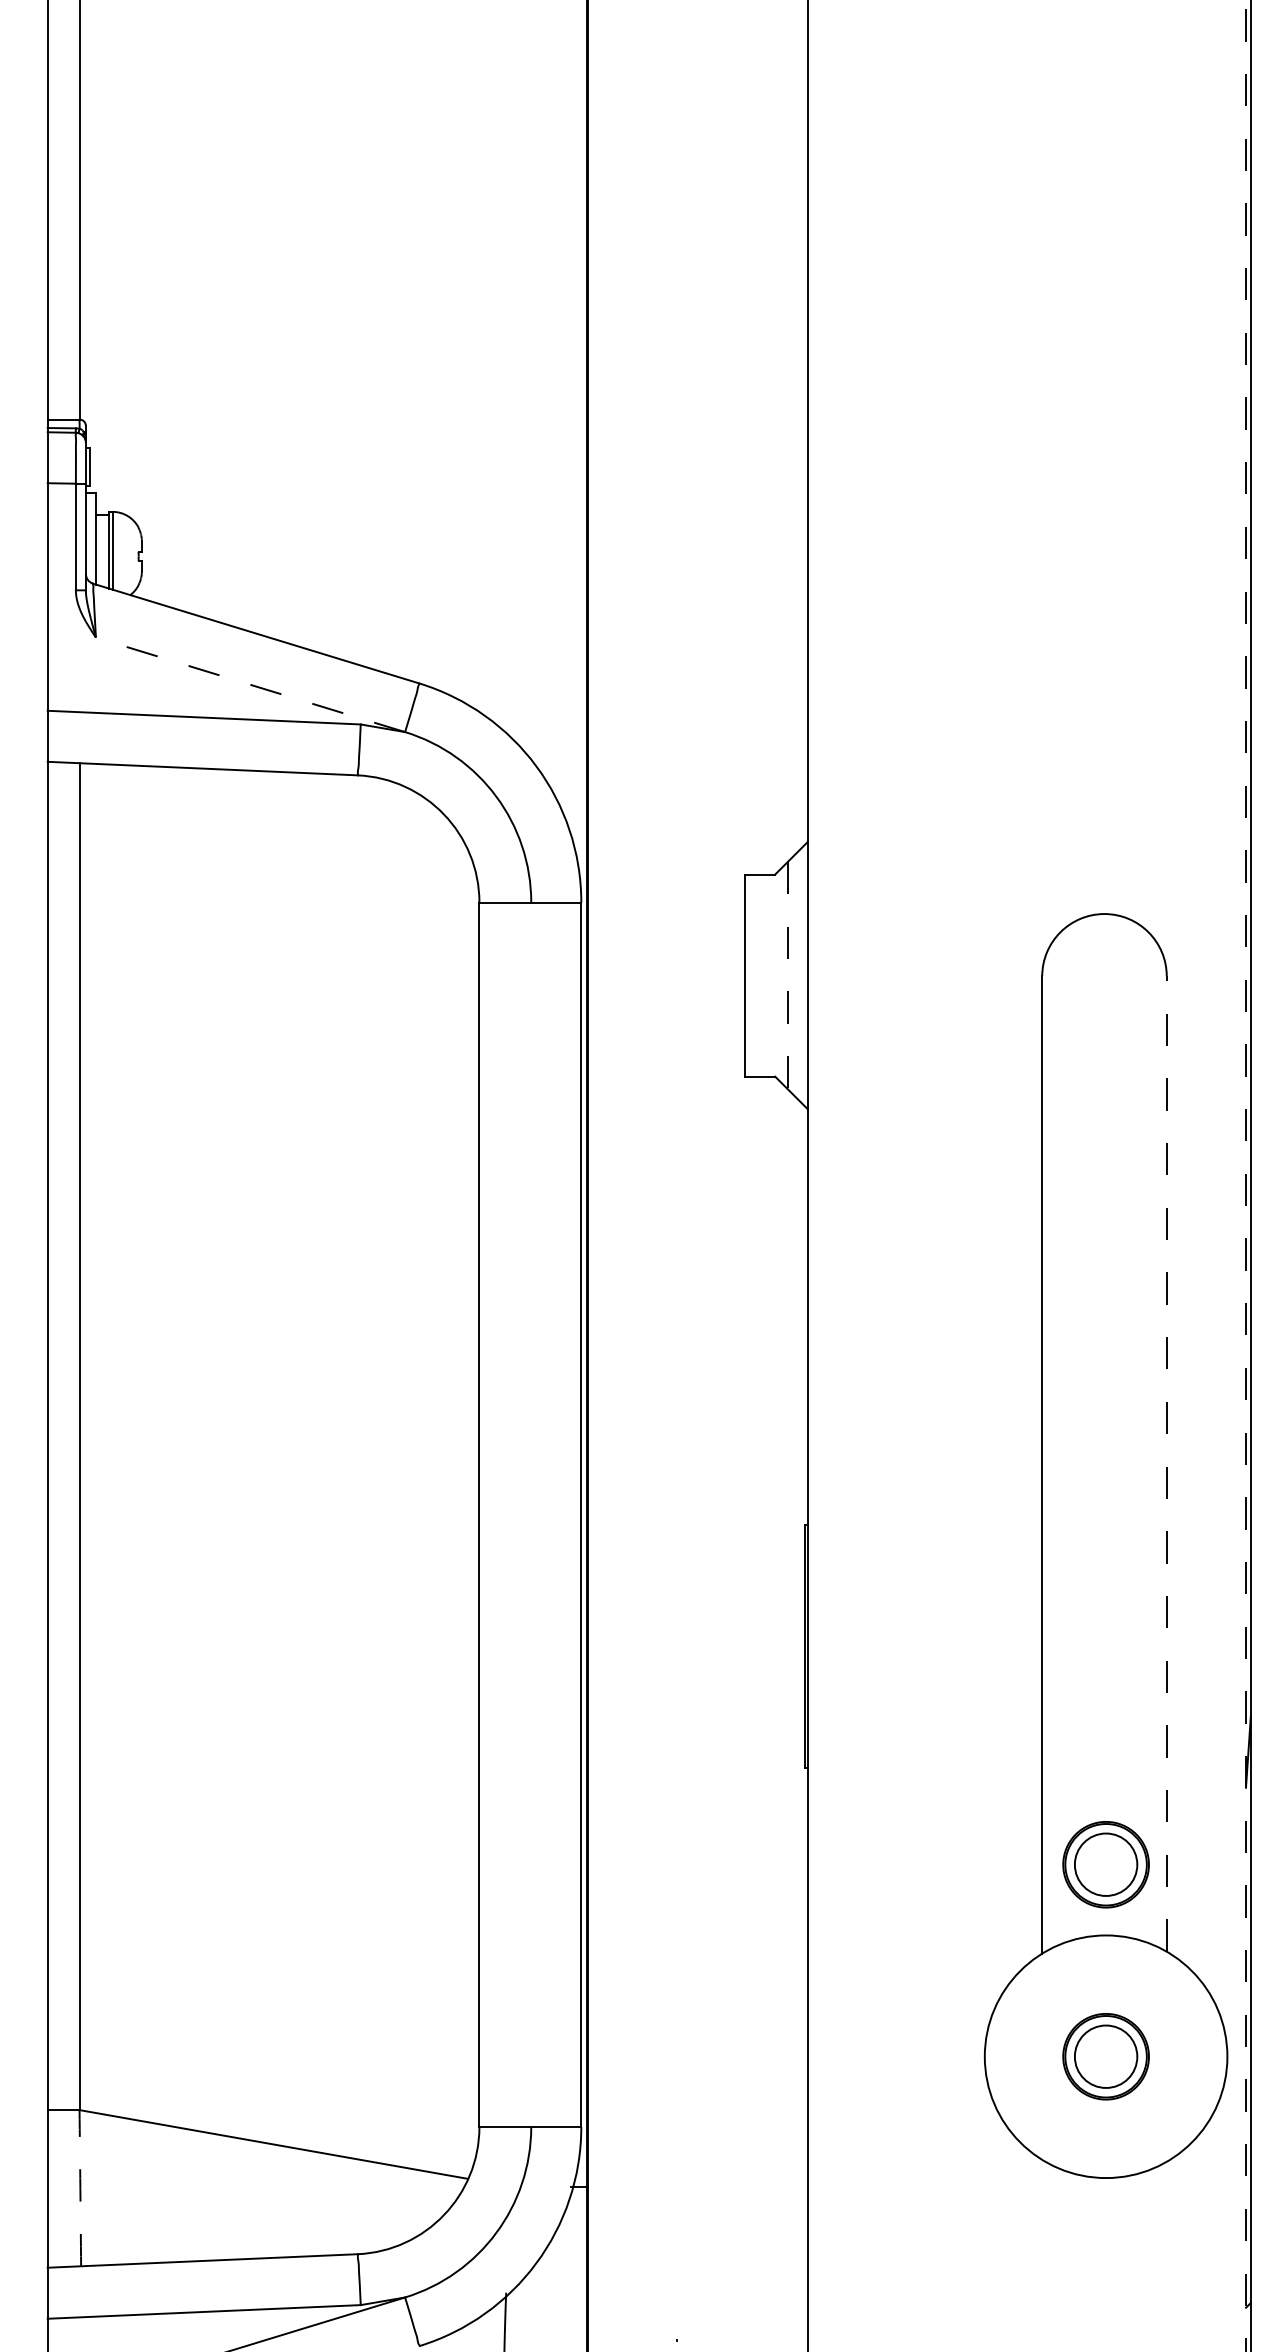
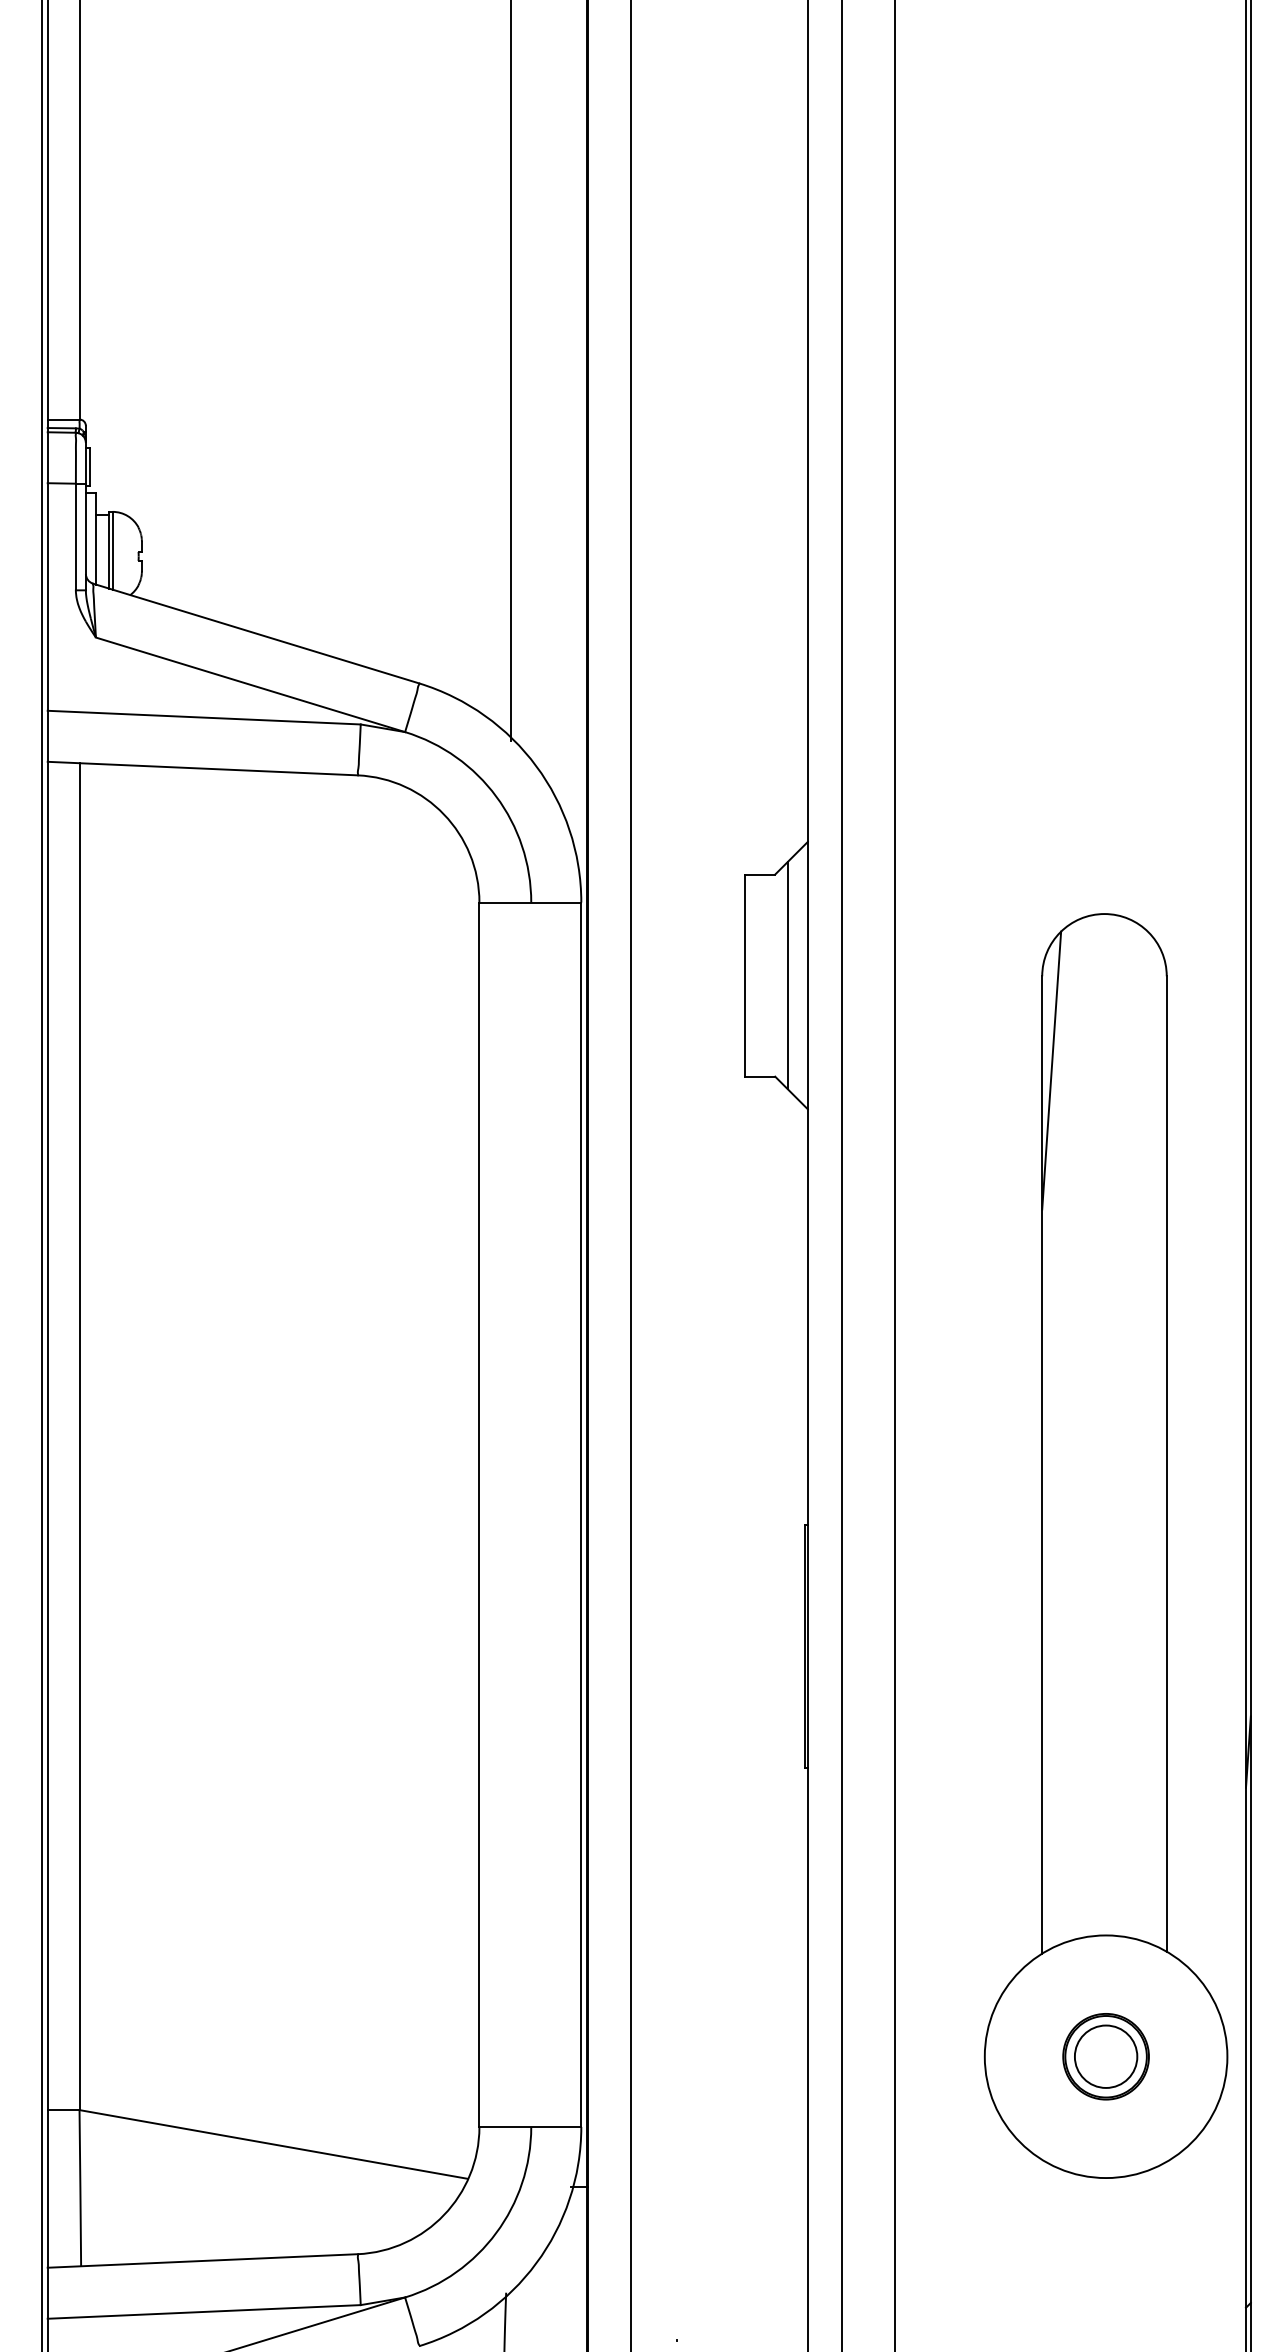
line at (511, 371): none -> present
line at (250, 684): dashed -> solid
line at (787, 975): dashed -> solid
line at (1051, 1070): none -> present
line at (41, 1175): none -> present
line at (630, 1175): none -> present
line at (841, 1175): none -> present
line at (894, 1175): none -> present
line at (1246, 1175): dashed -> solid
line at (1166, 1464): dashed -> solid
part at (1105, 1864): present -> none
arc at (80, 2188): dashed -> solid
